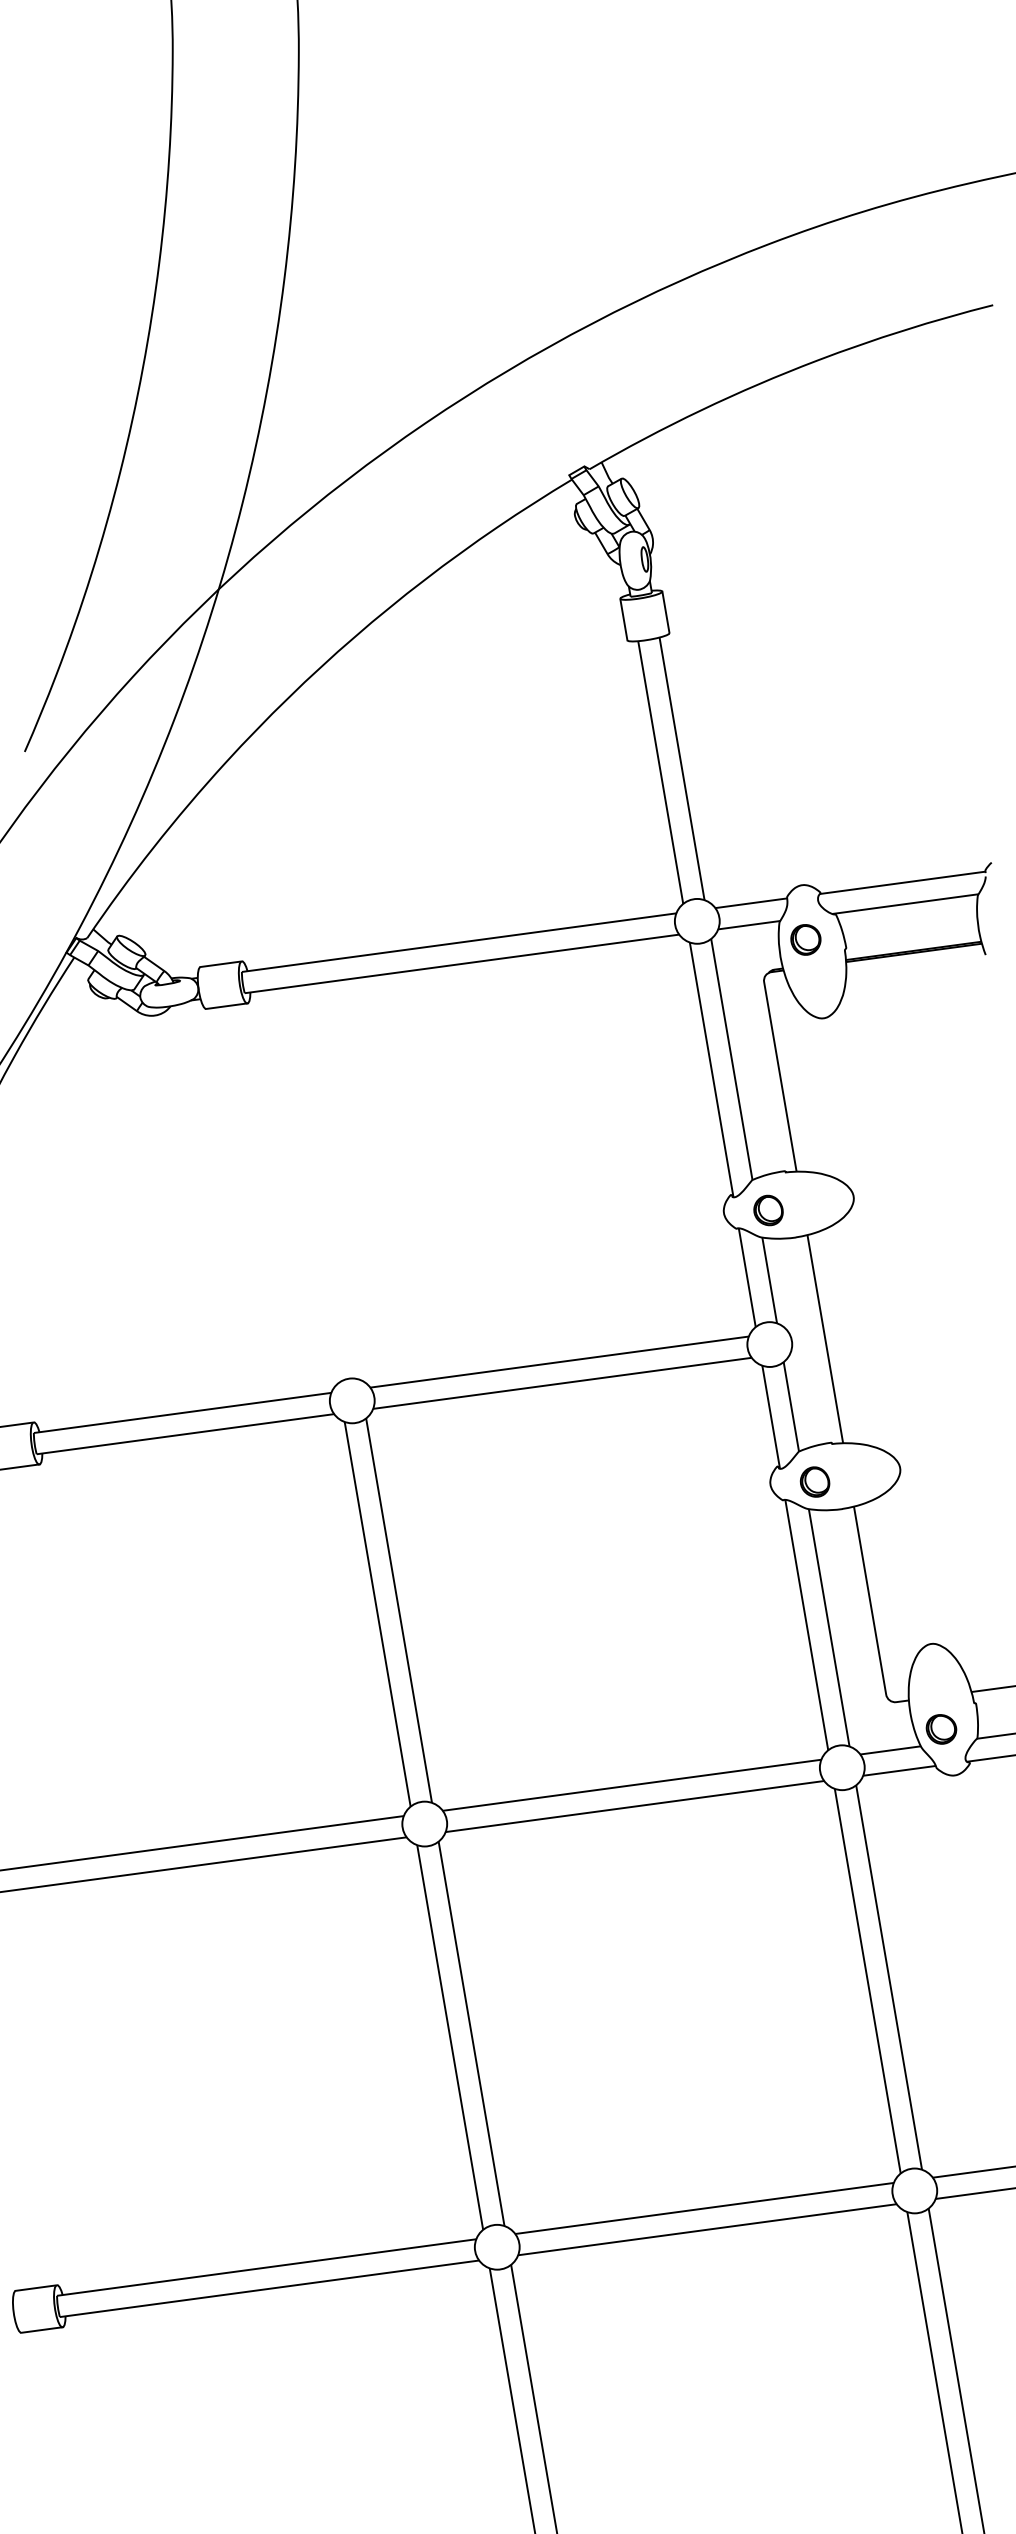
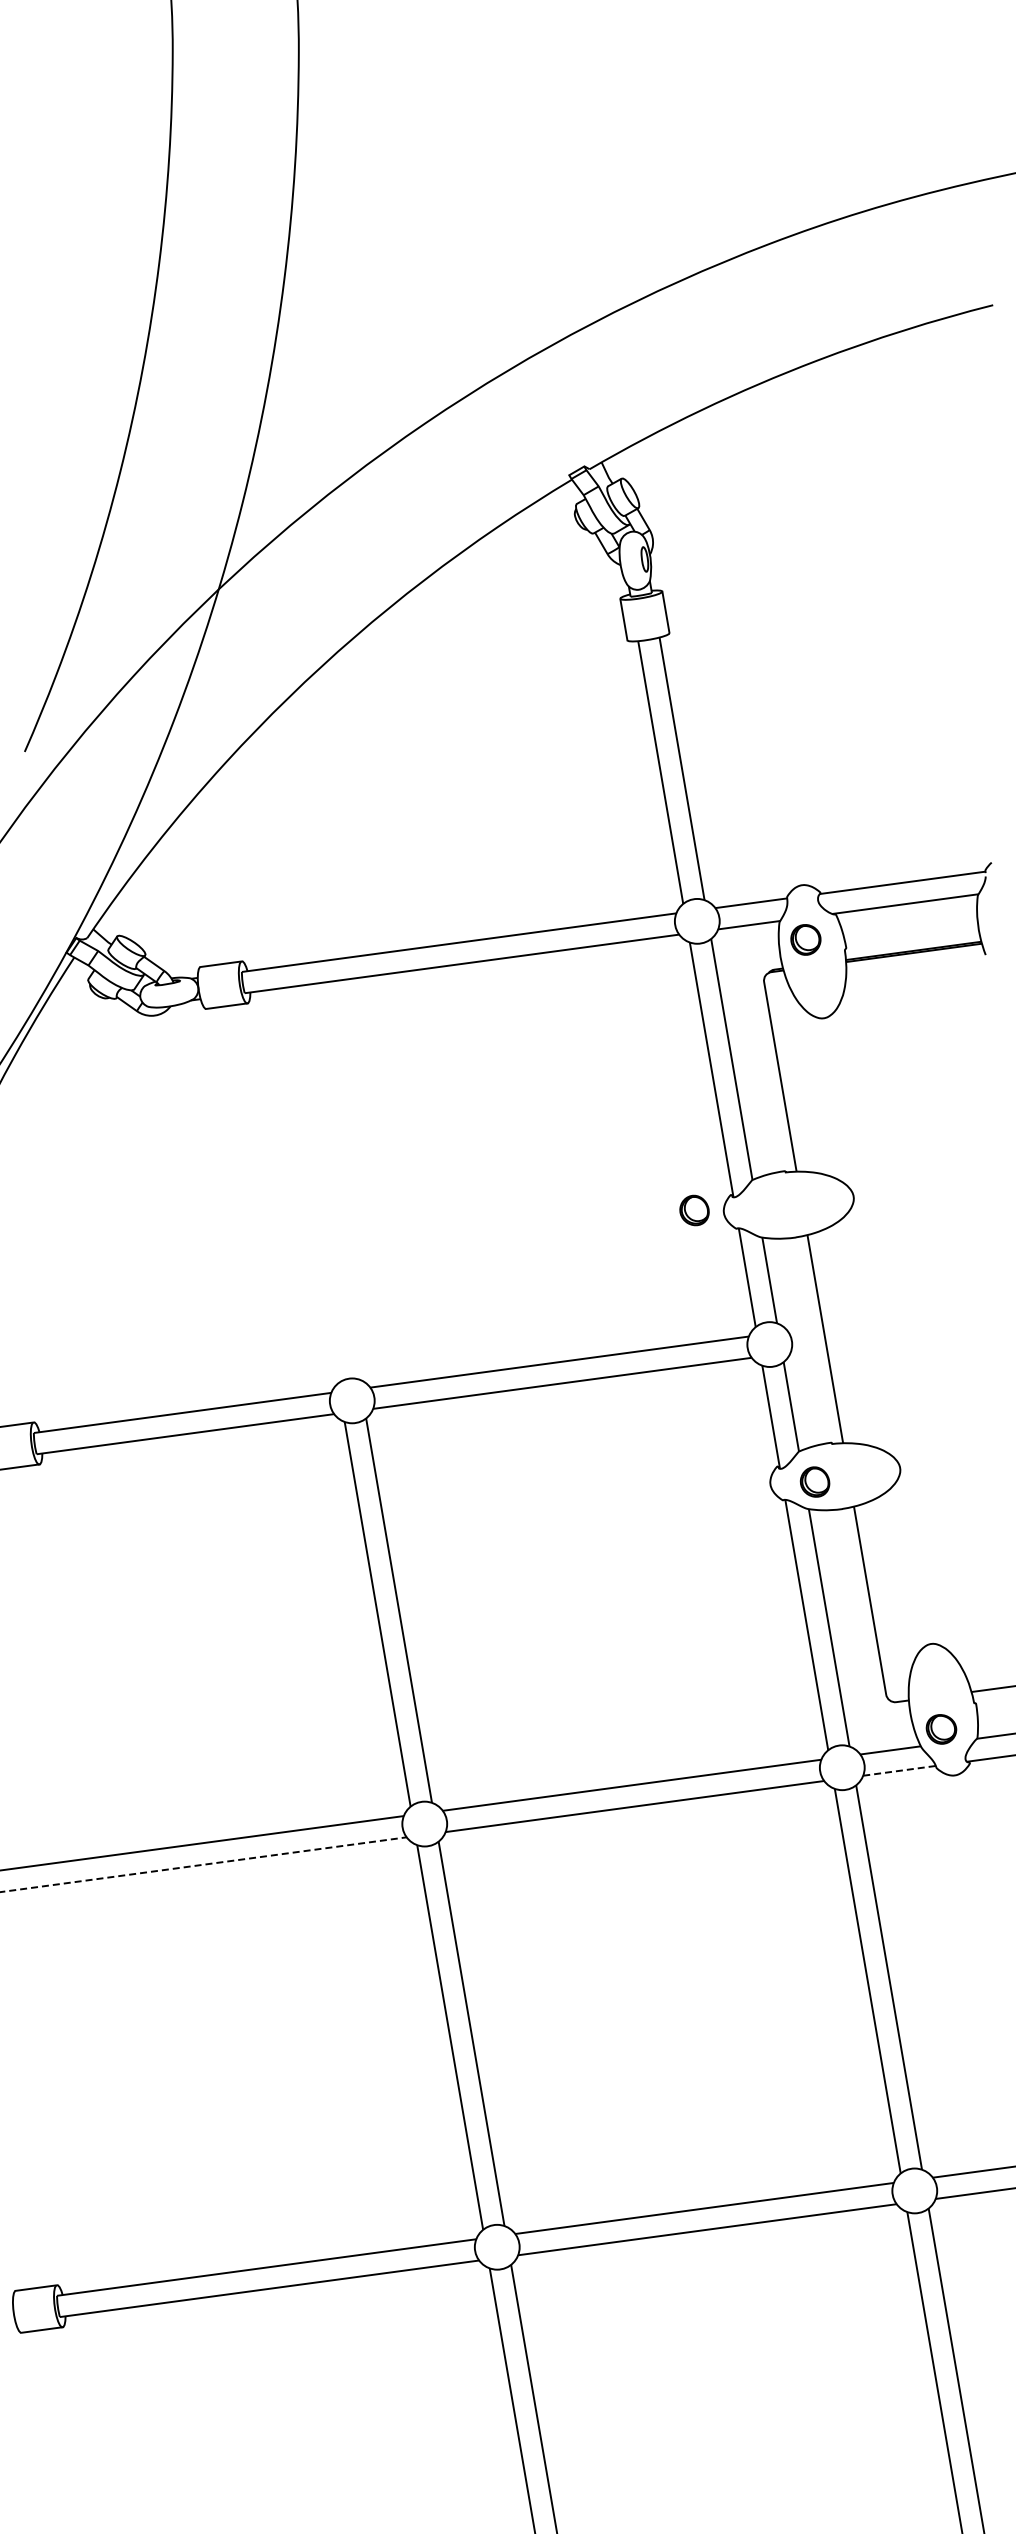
part at (768, 1210) position: (768, 1210) -> (694, 1210)
line at (899, 1770): solid -> dashed
line at (203, 1864): solid -> dashed
